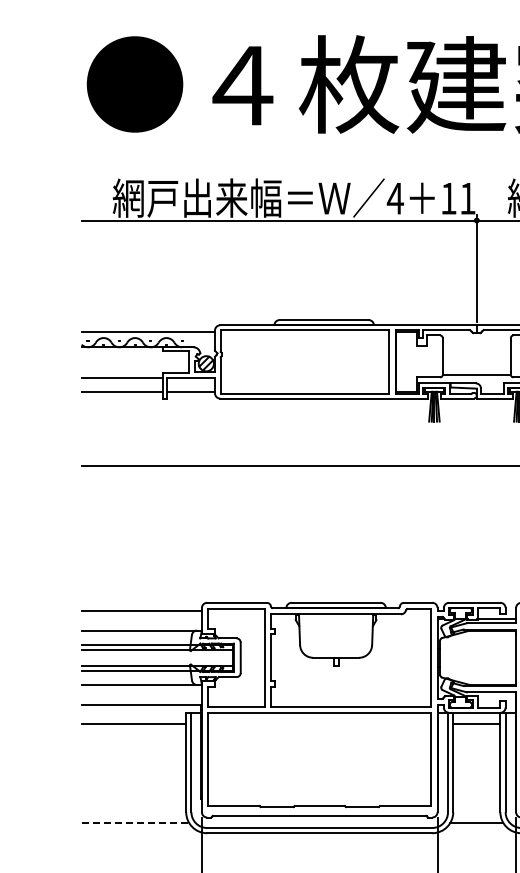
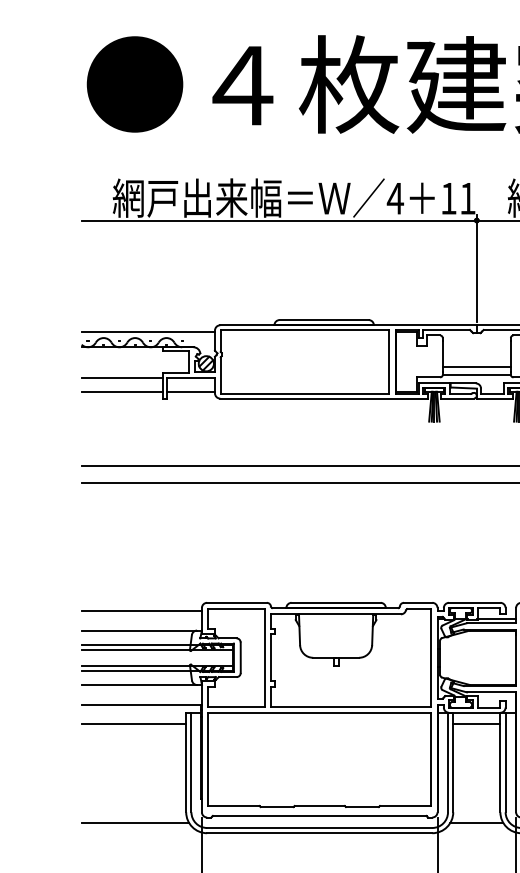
line at (476, 367): none -> present
line at (298, 483): none -> present
line at (135, 822): dashed -> solid
